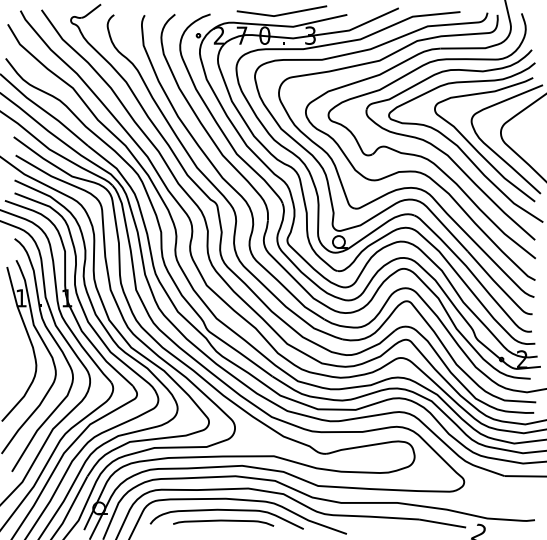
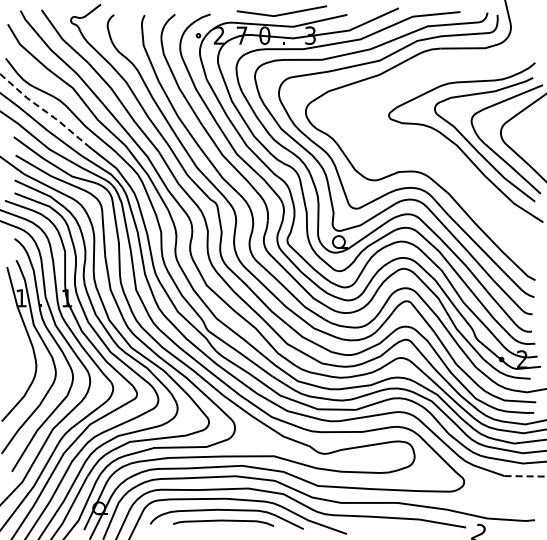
line at (44, 110): solid -> dashed
part at (431, 136): present -> none
line at (525, 476): solid -> dashed
